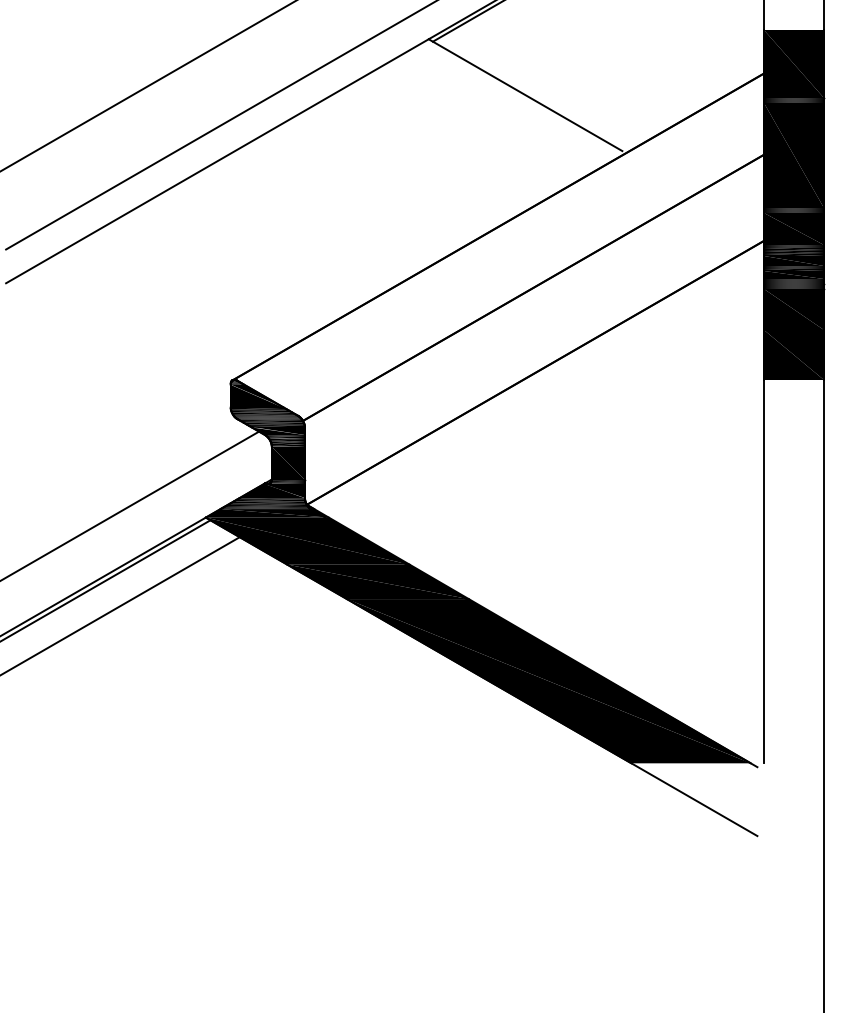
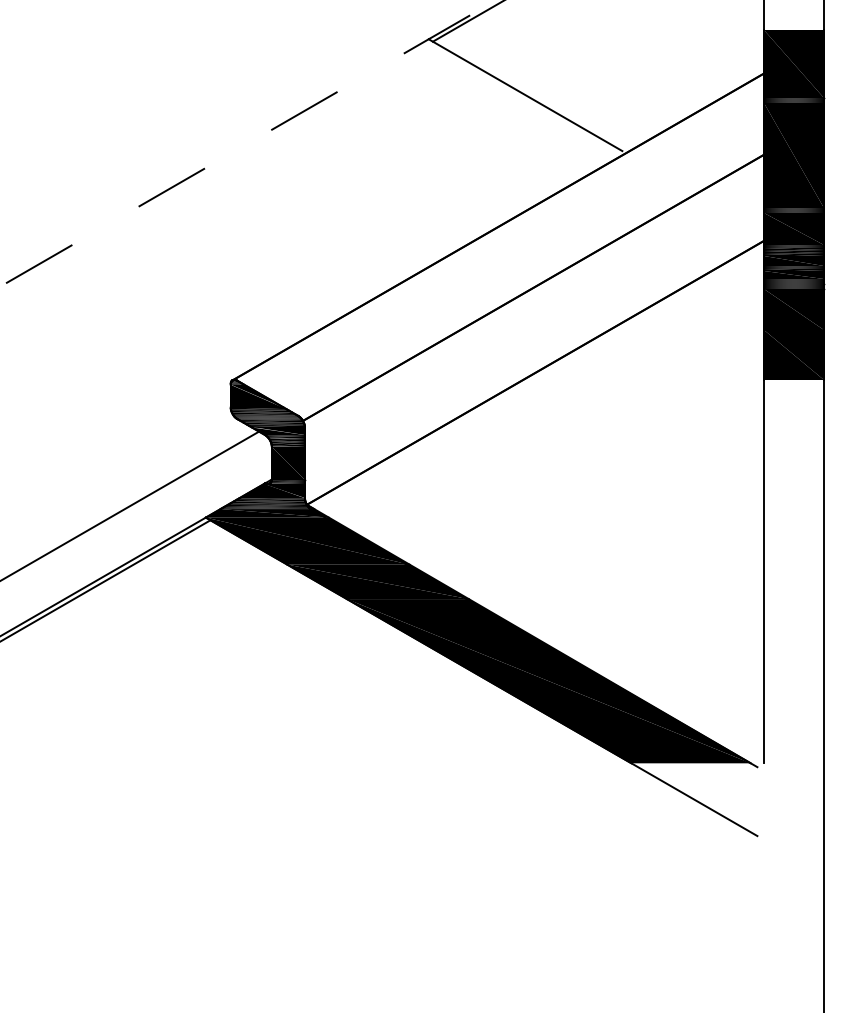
line at (147, 86): present -> none
line at (220, 125): present -> none
line at (251, 141): solid -> dashed
line at (120, 605): present -> none
